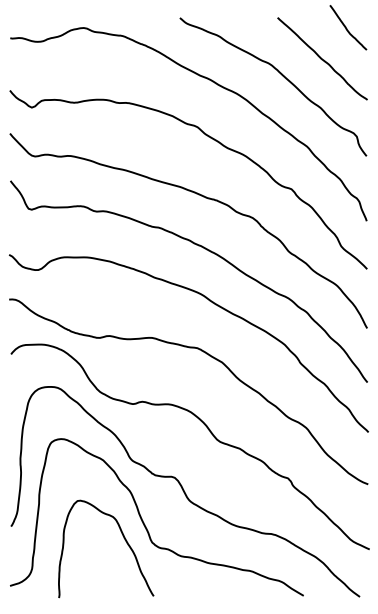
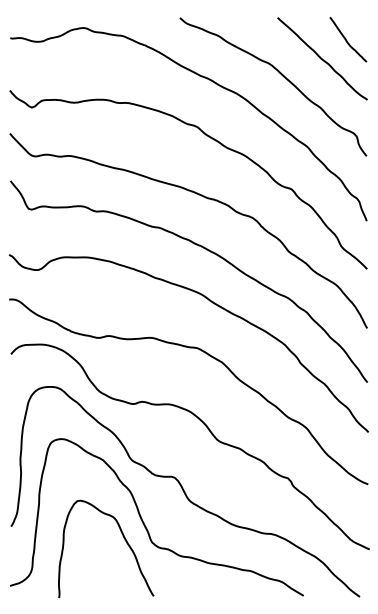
curve at (347, 28) position: (347, 28) -> (347, 40)
